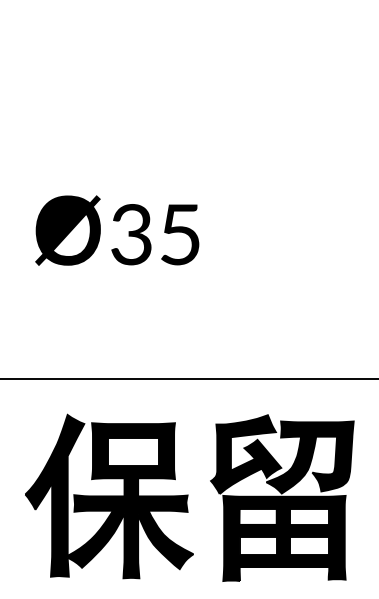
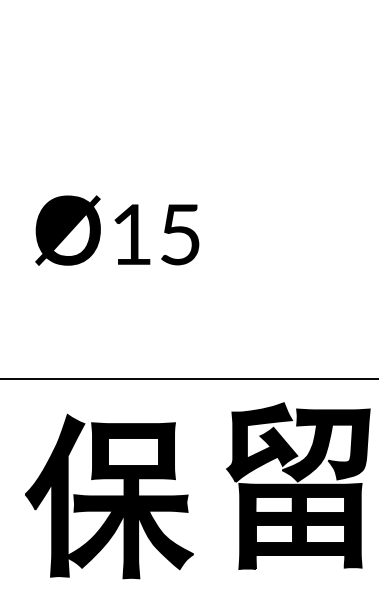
text at (131, 234): 35 -> 15
part at (282, 497) position: (282, 497) -> (298, 485)
